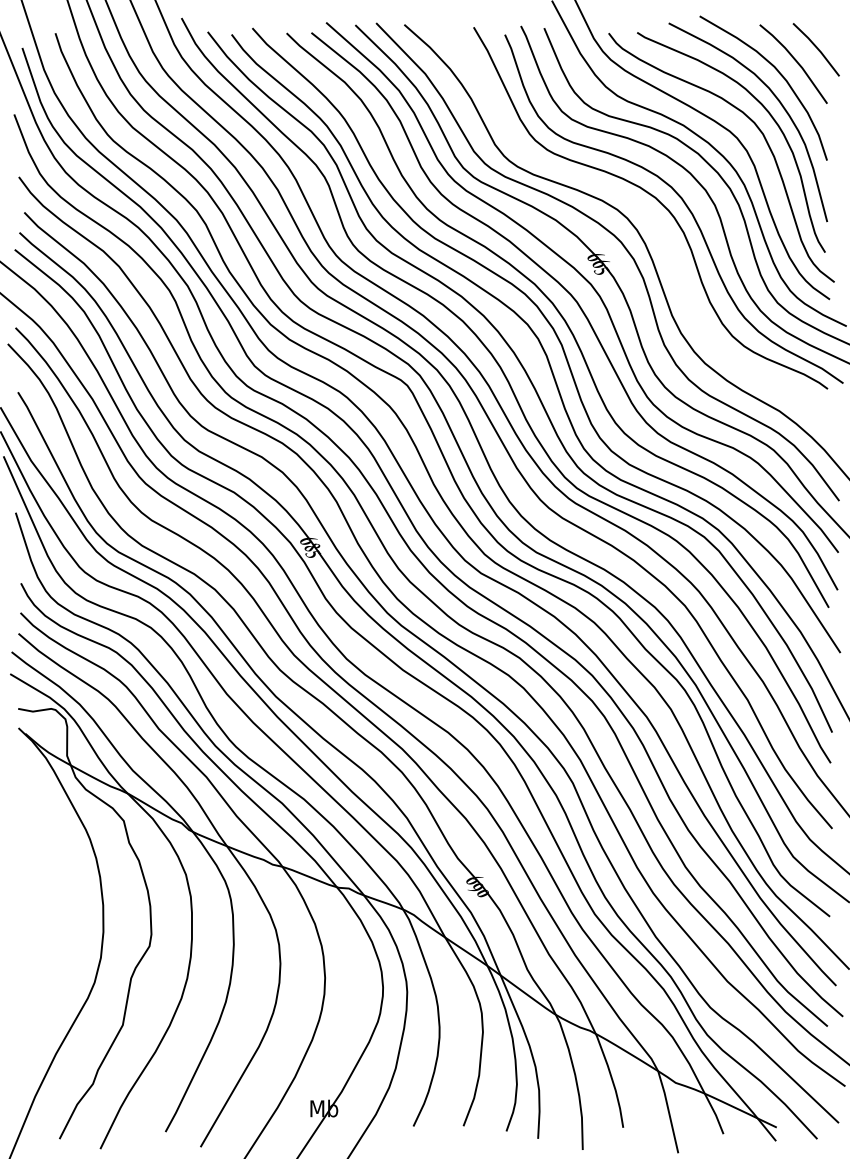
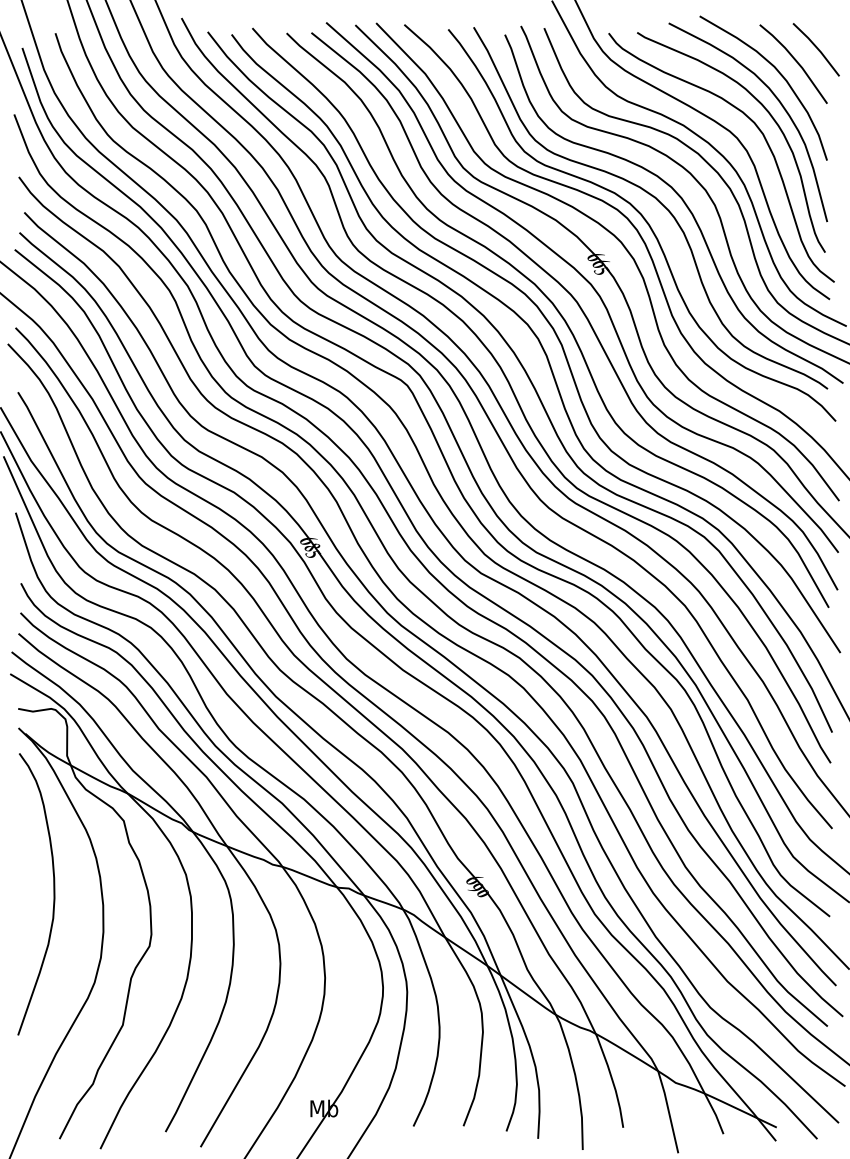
curve at (646, 223): none -> present
curve at (53, 894): none -> present
